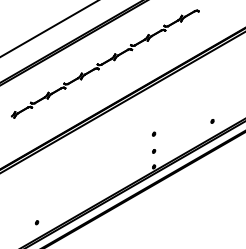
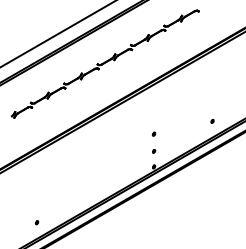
line at (48, 28) position: (48, 28) -> (57, 34)
